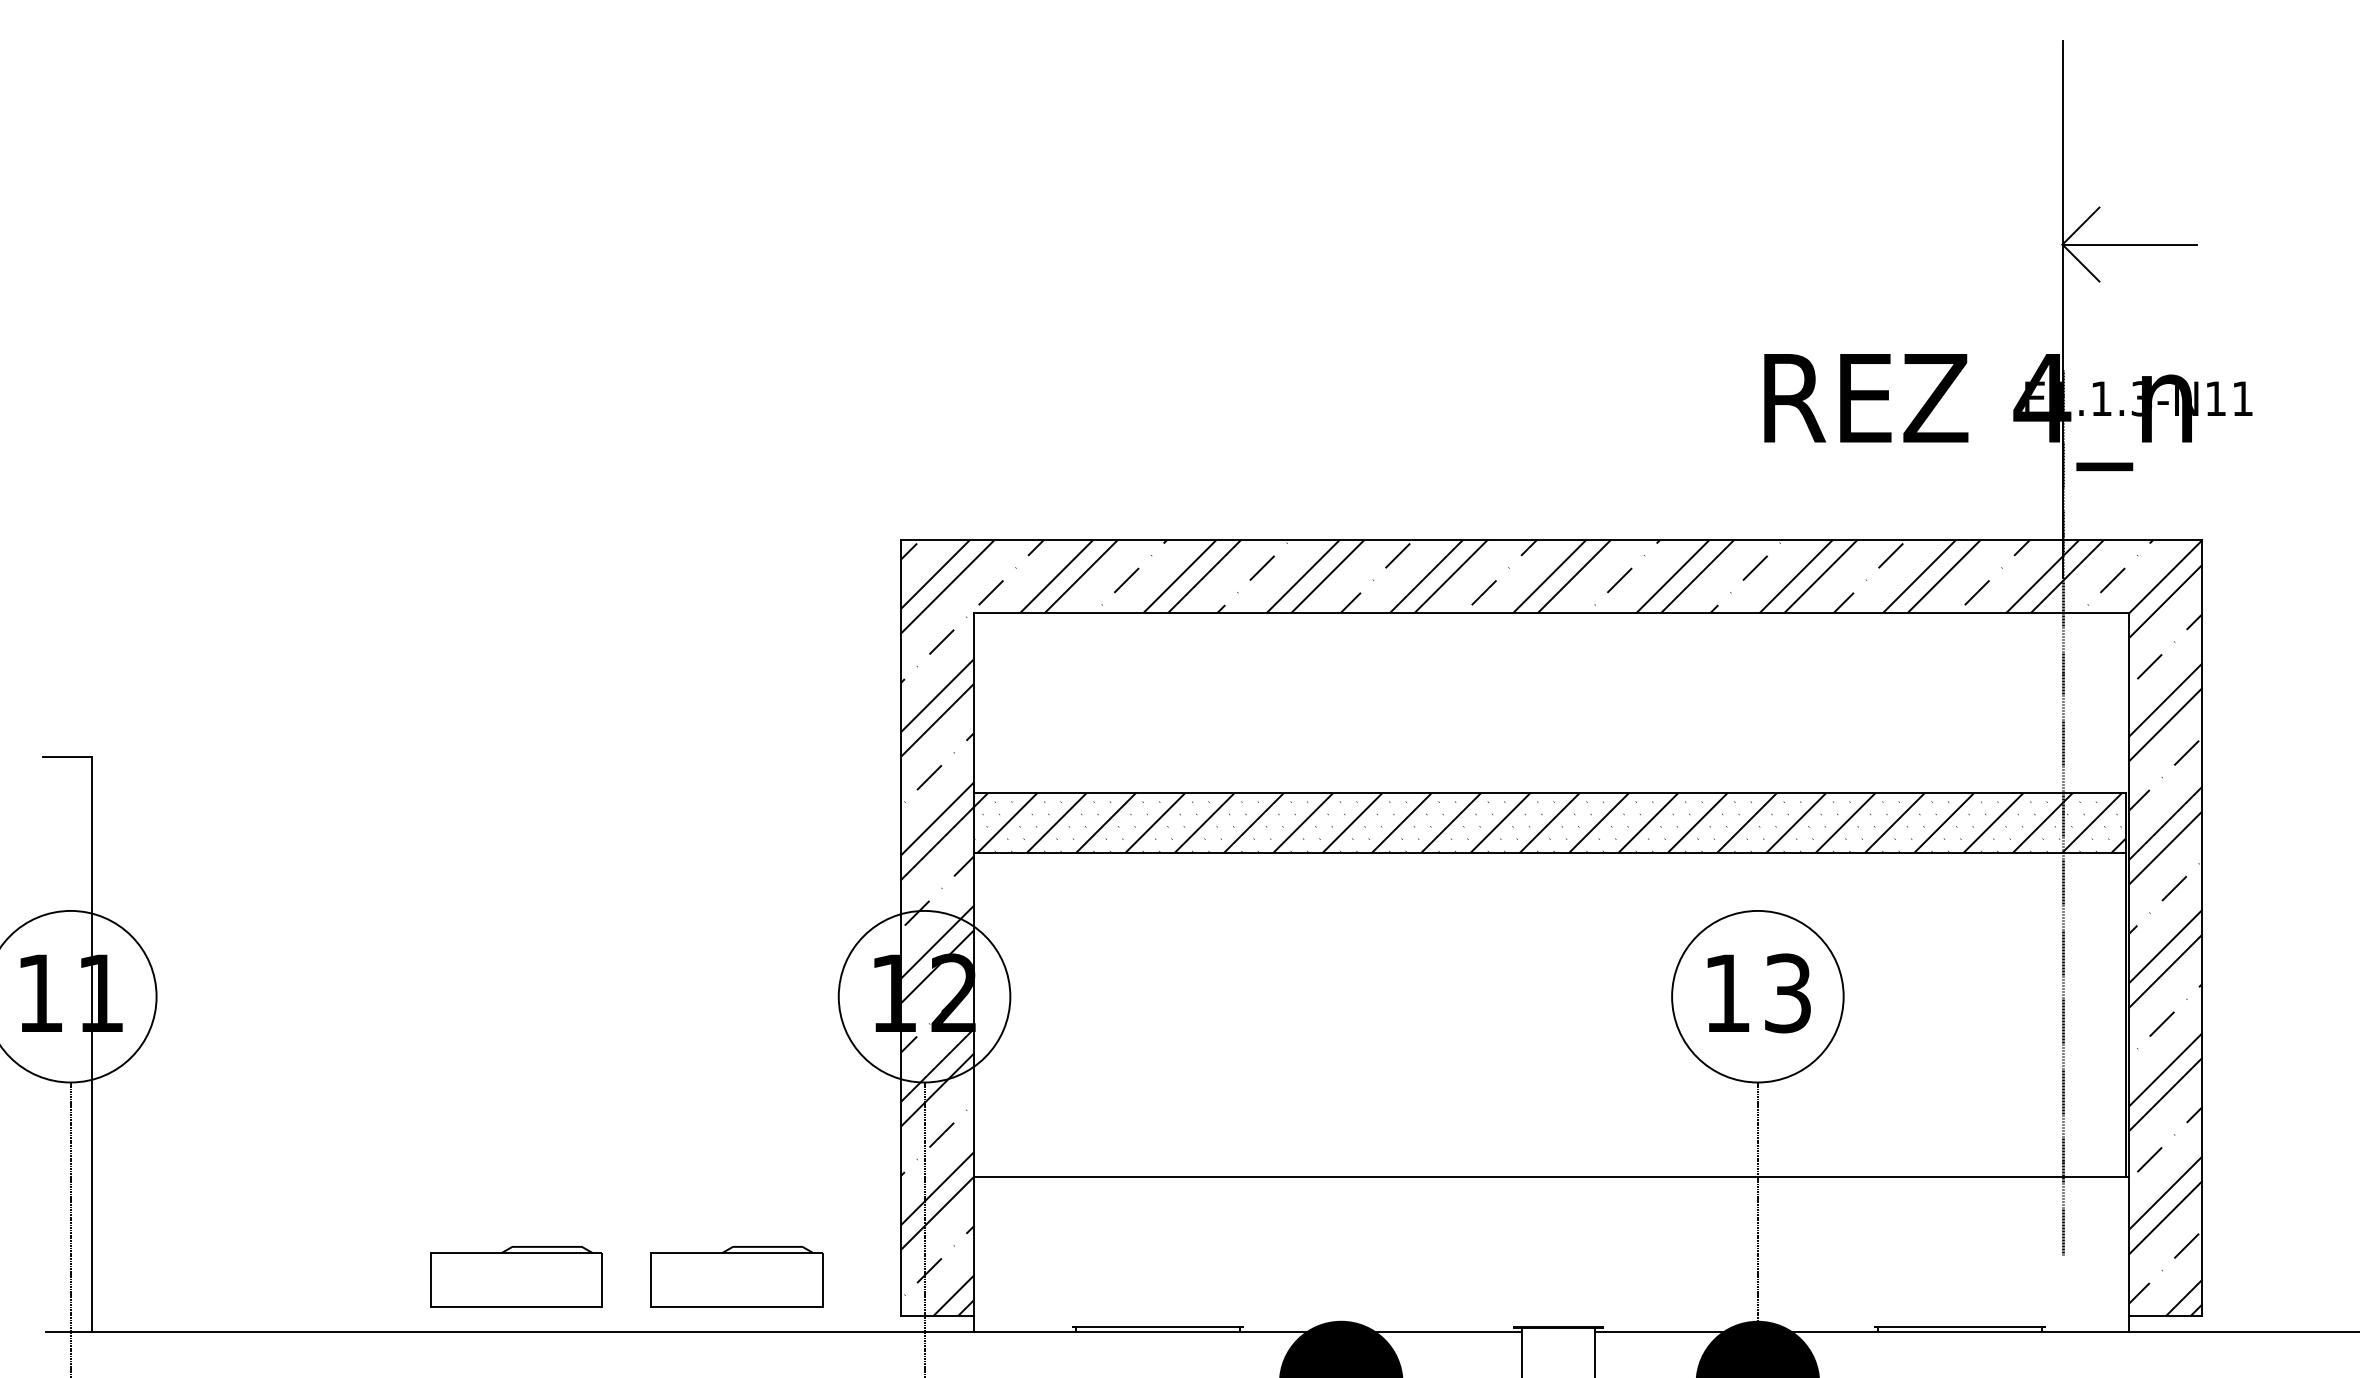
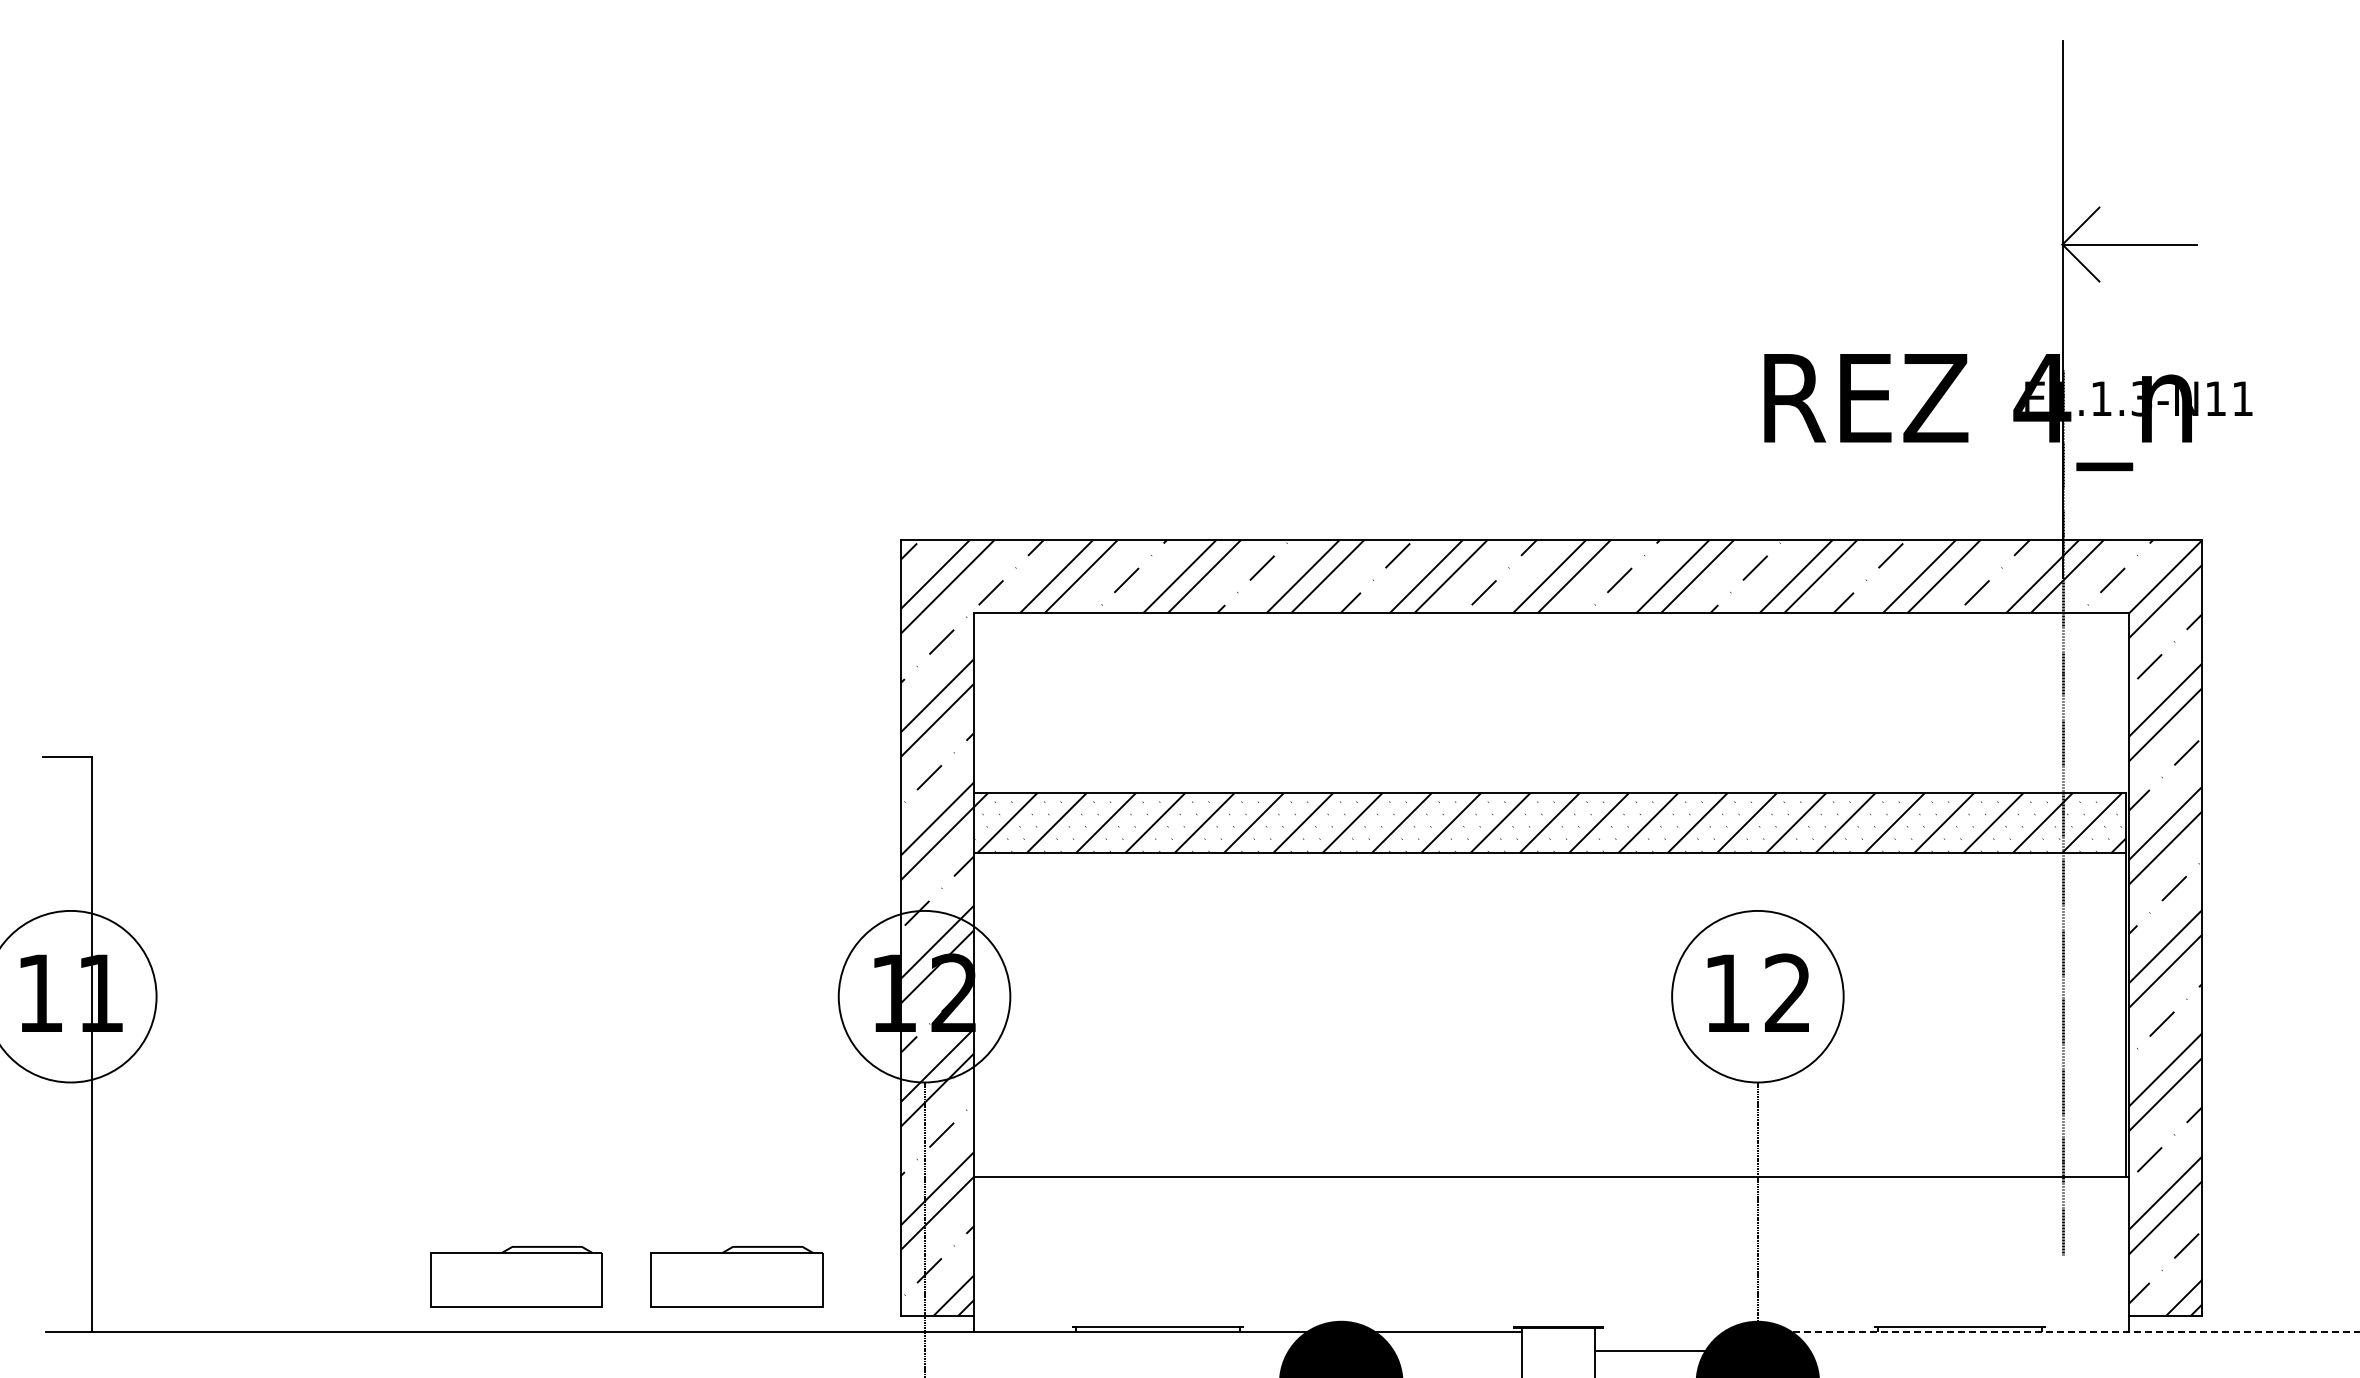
text at (1787, 993): 13 -> 12
line at (70, 1228): present -> none
line at (1659, 1332) position: (1659, 1332) -> (1659, 1351)
line at (2075, 1332): solid -> dashed
